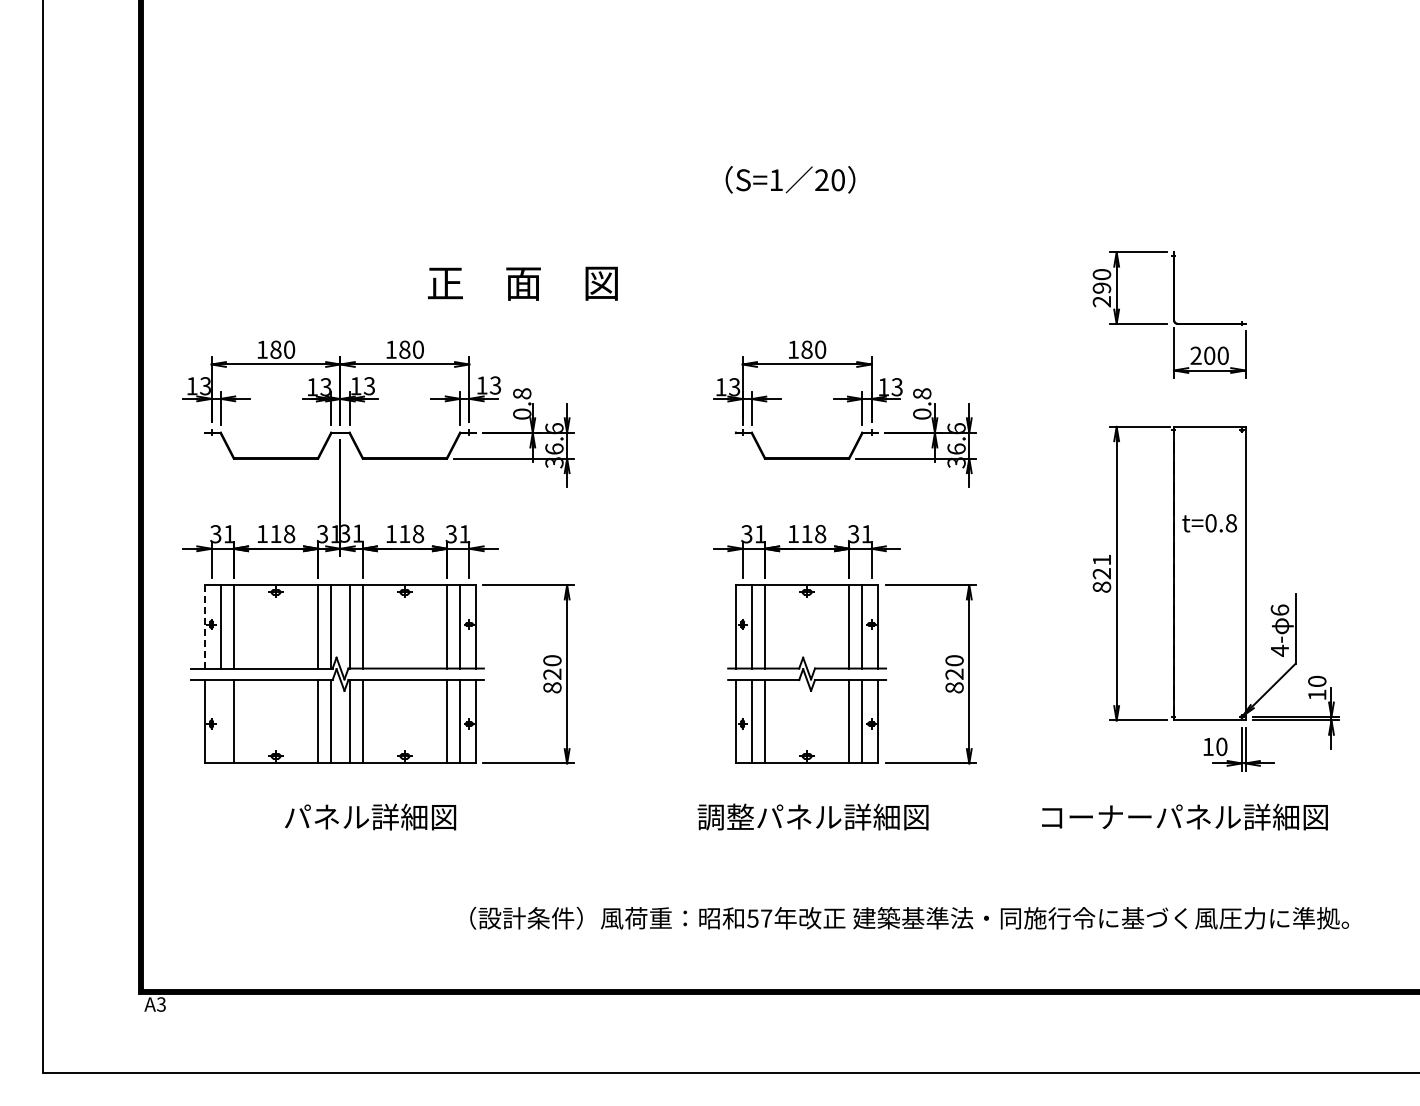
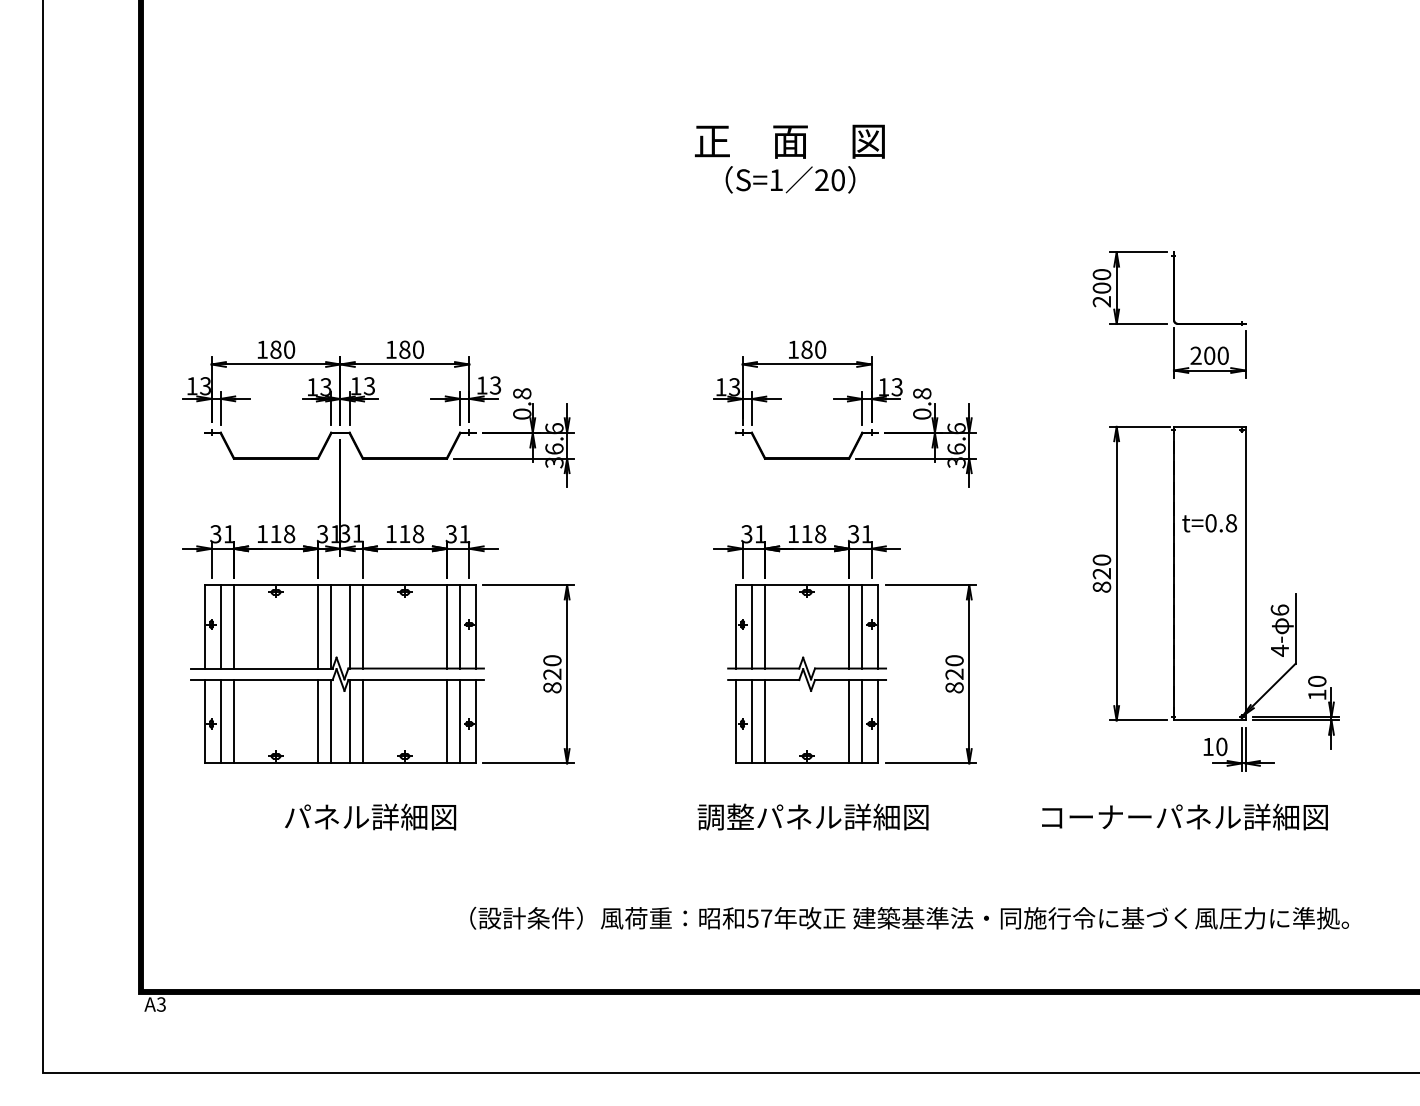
text at (522, 283) position: (522, 283) -> (789, 141)
text at (1101, 287): 290 -> 200
text at (1101, 559): 821 -> 820
line at (204, 626): dashed -> solid
line at (220, 721): none -> present
